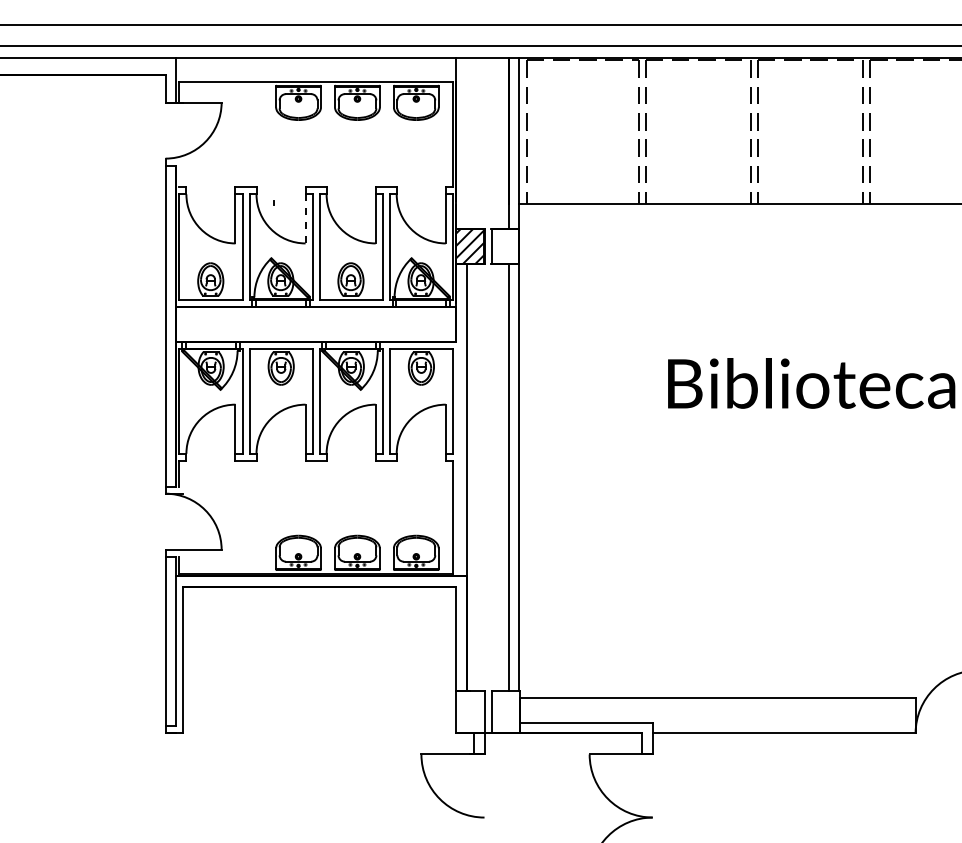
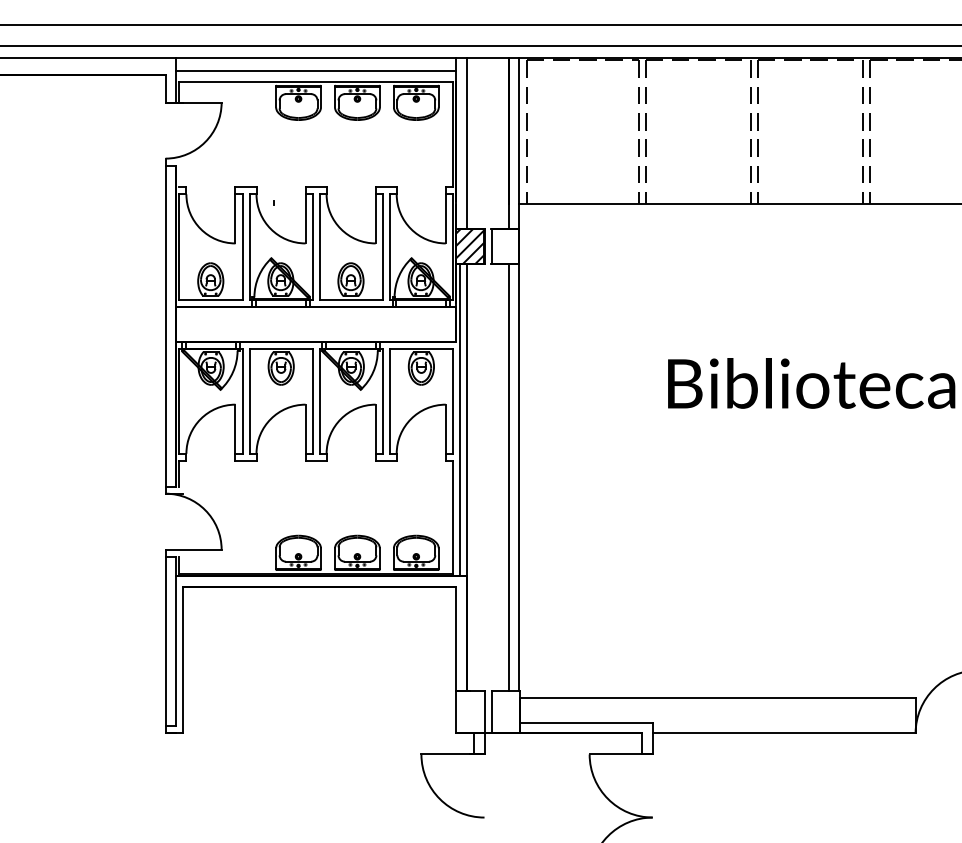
line at (316, 71): none -> present
line at (467, 142): none -> present
line at (305, 218): dashed -> solid
line at (459, 419): none -> present
